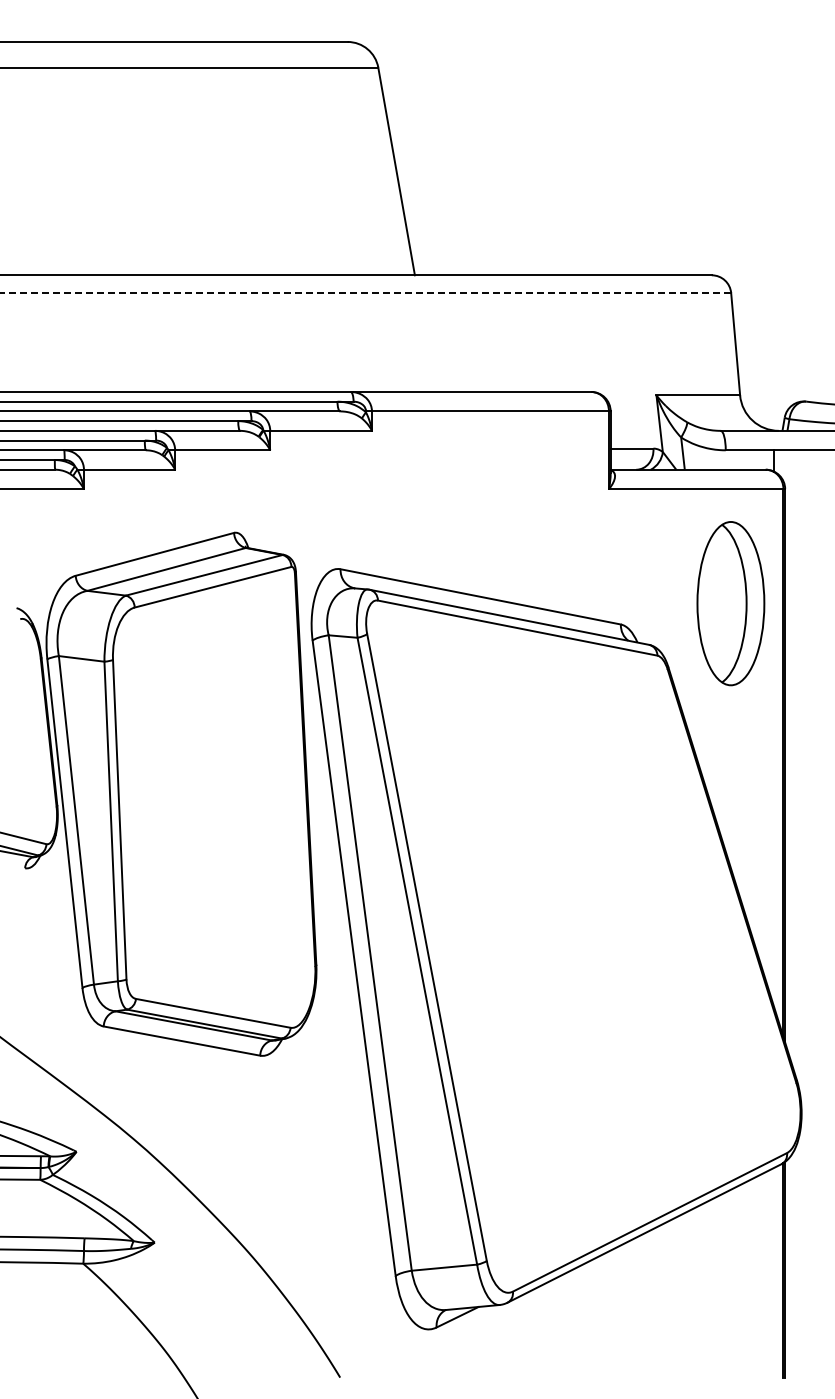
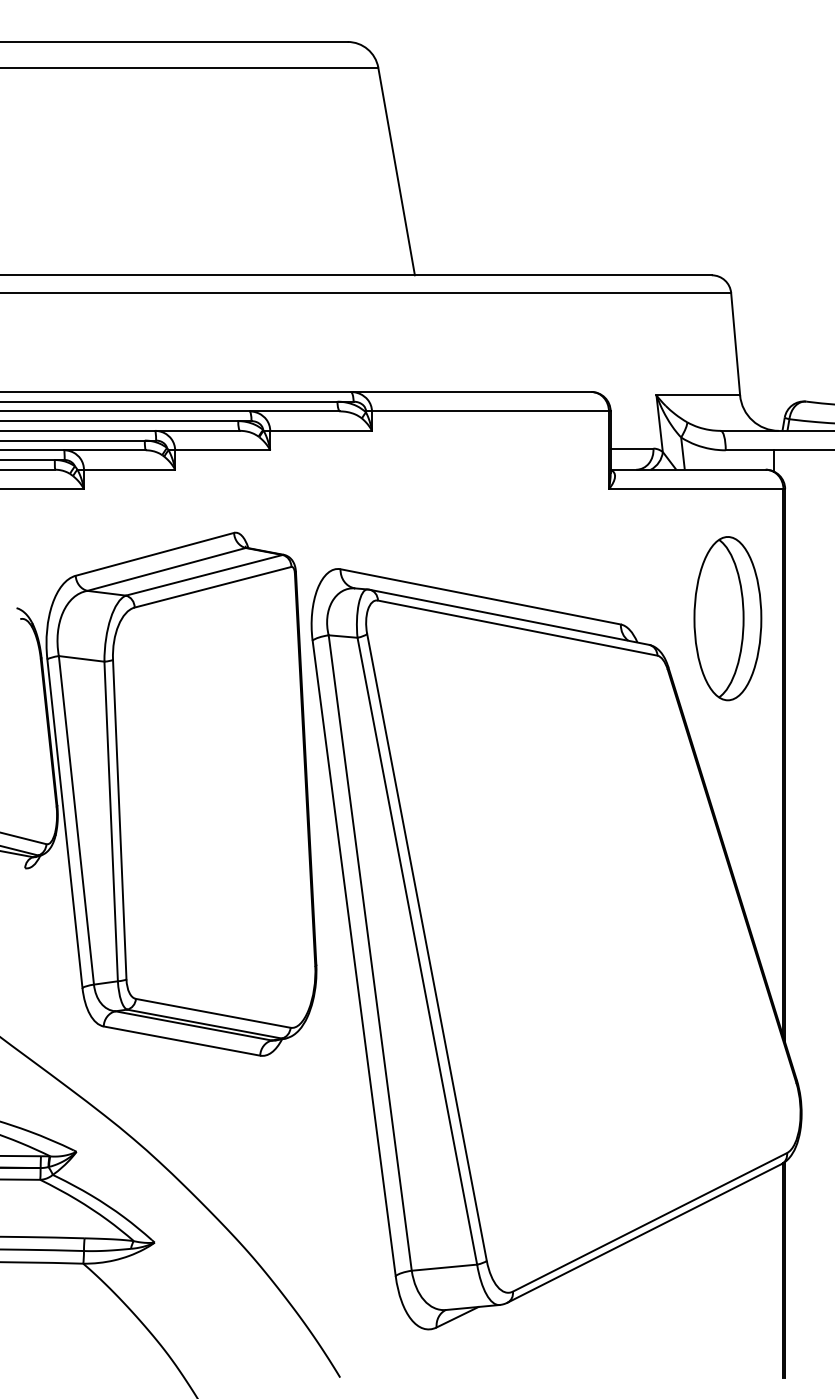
line at (365, 293): dashed -> solid
part at (730, 603) position: (730, 603) -> (727, 618)
